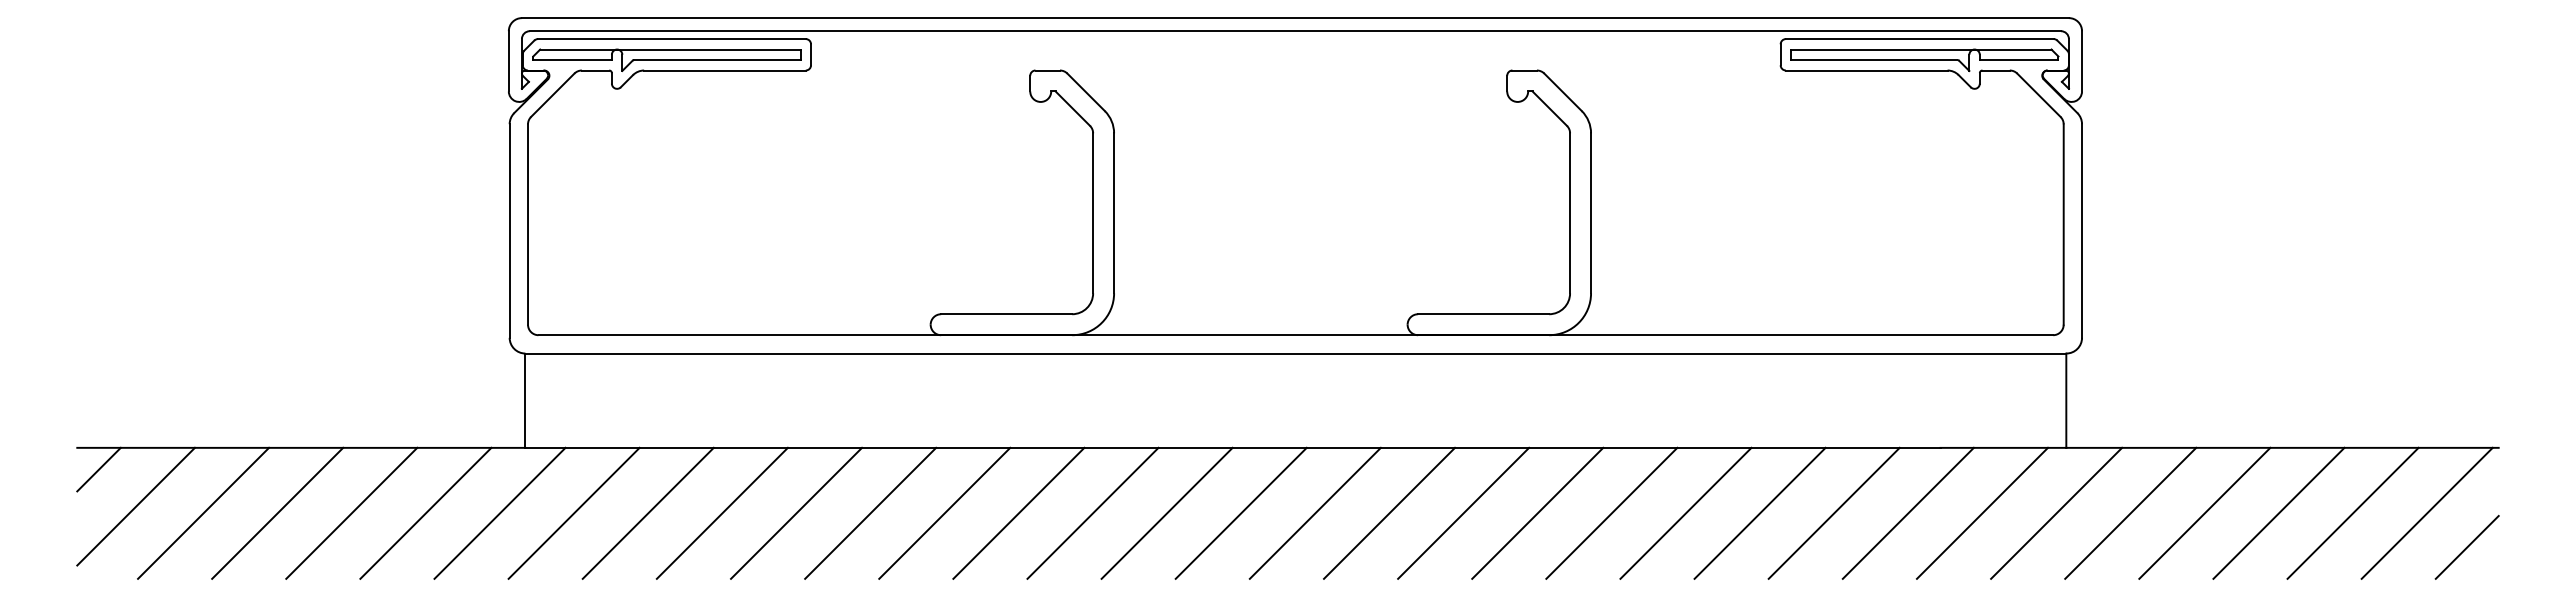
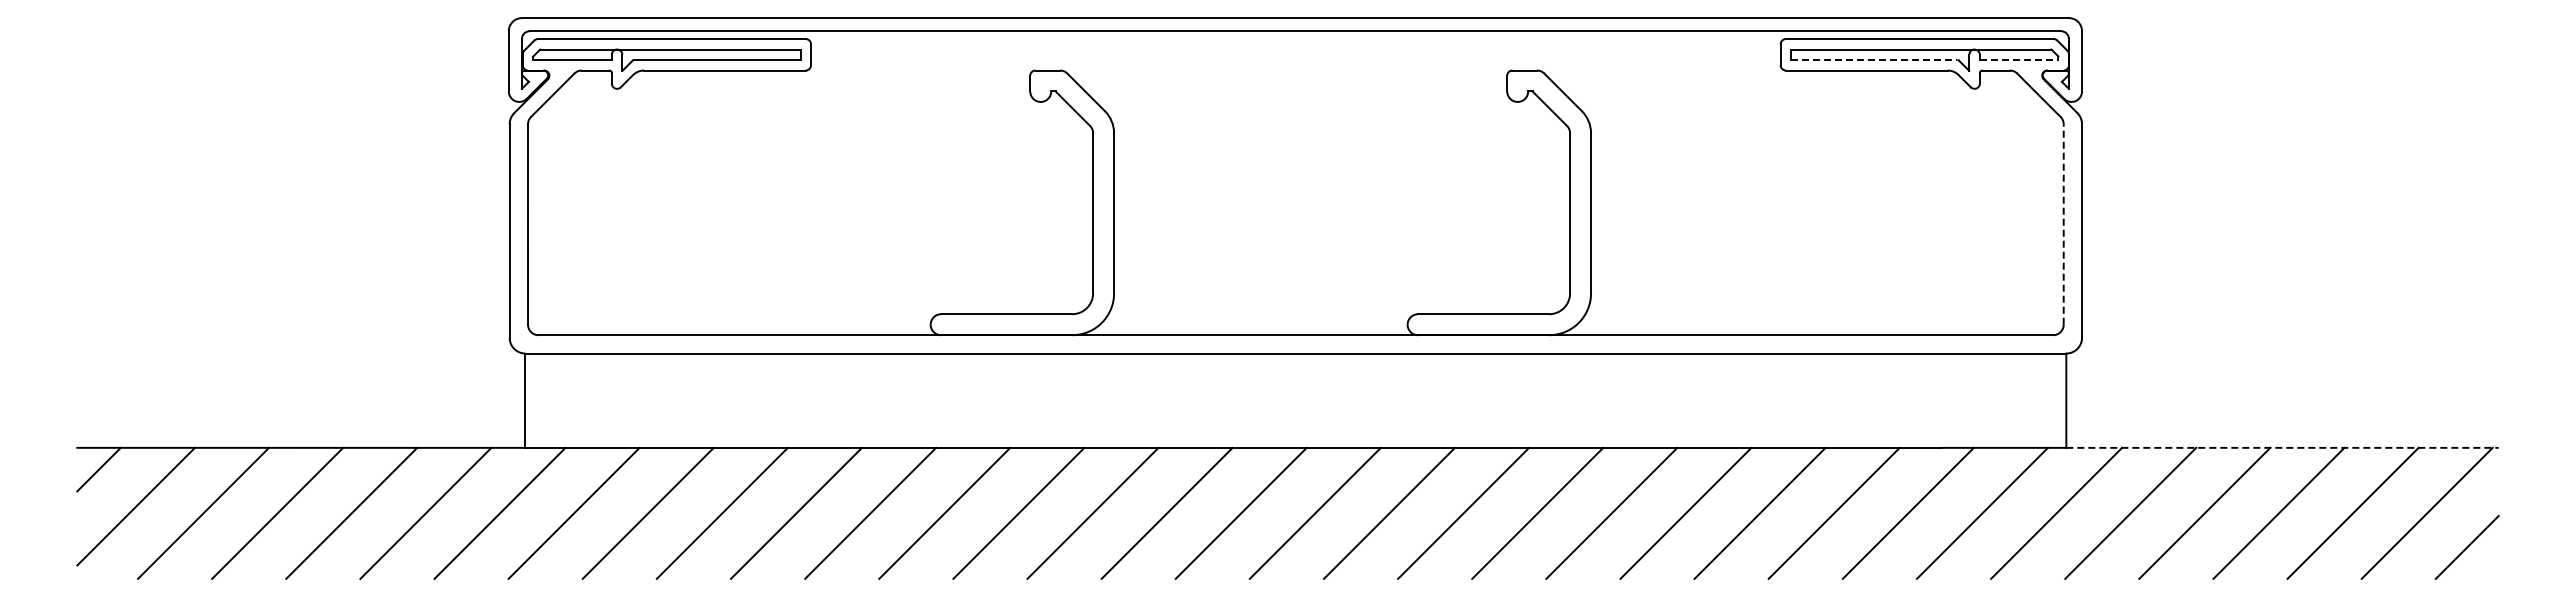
line at (1874, 60): solid -> dashed
line at (2019, 60): solid -> dashed
line at (2063, 224): solid -> dashed
line at (2283, 447): solid -> dashed
